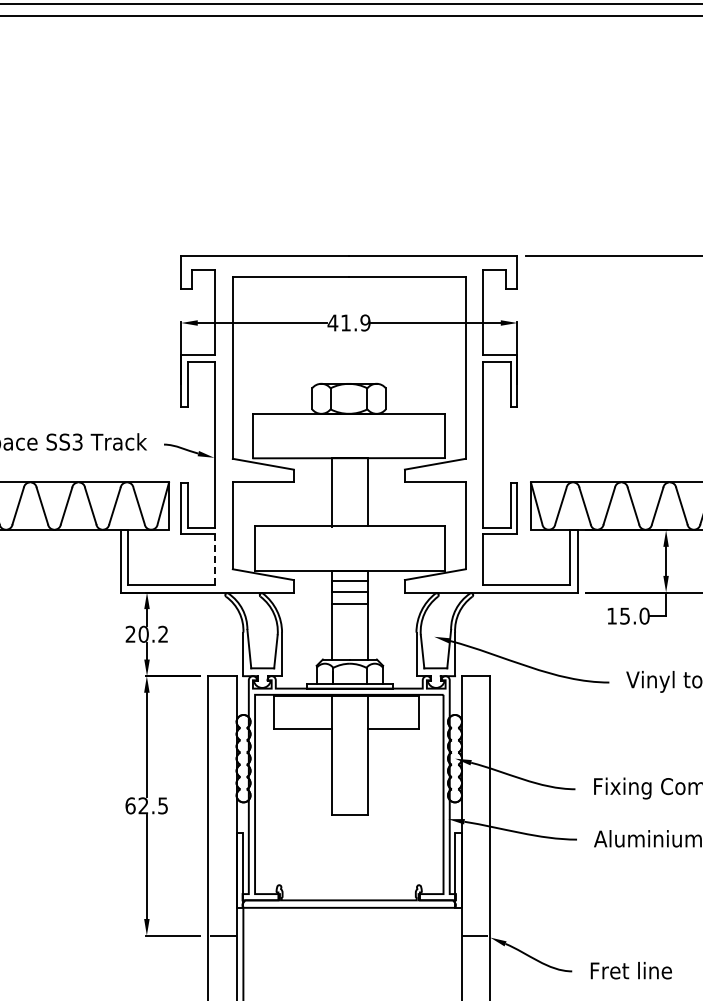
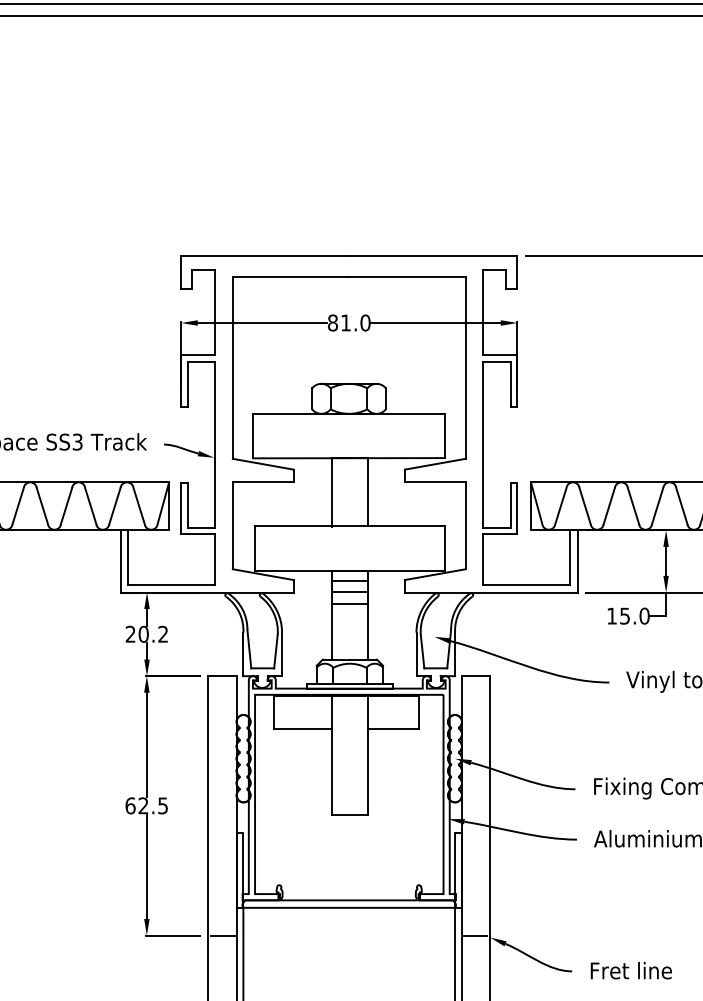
text at (348, 322): 41.9 -> 81.0
line at (215, 559): dashed -> solid
line at (455, 952): none -> present
